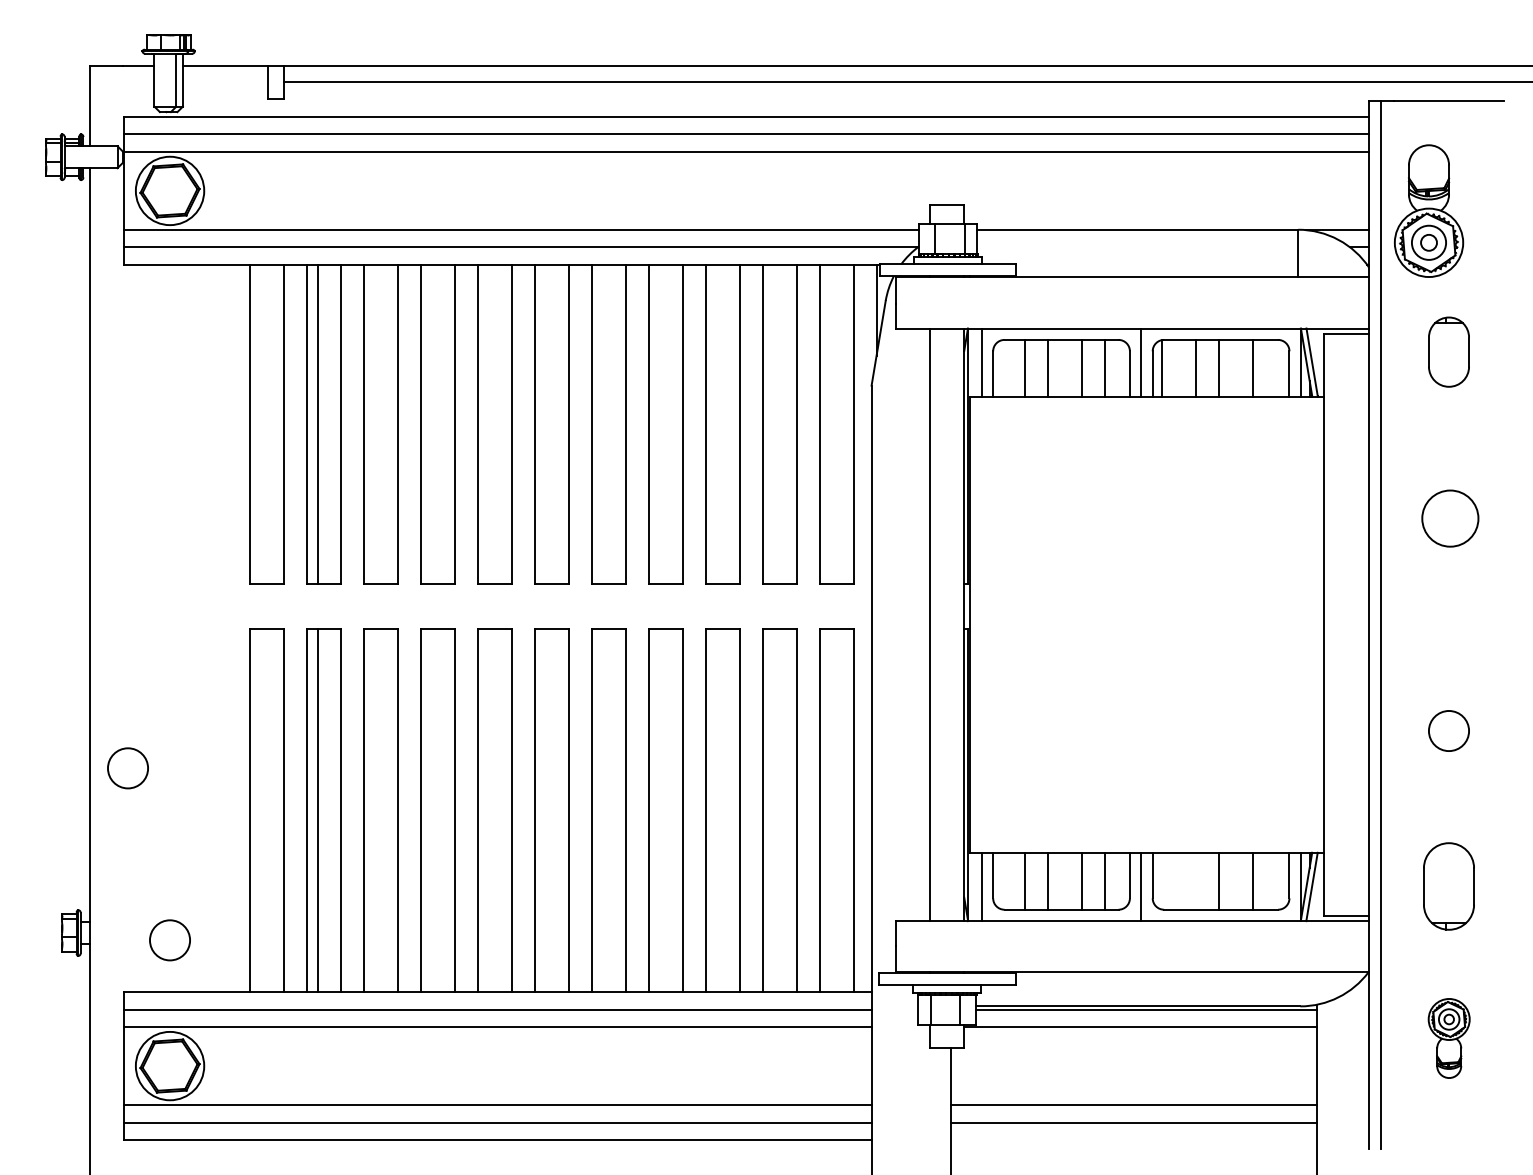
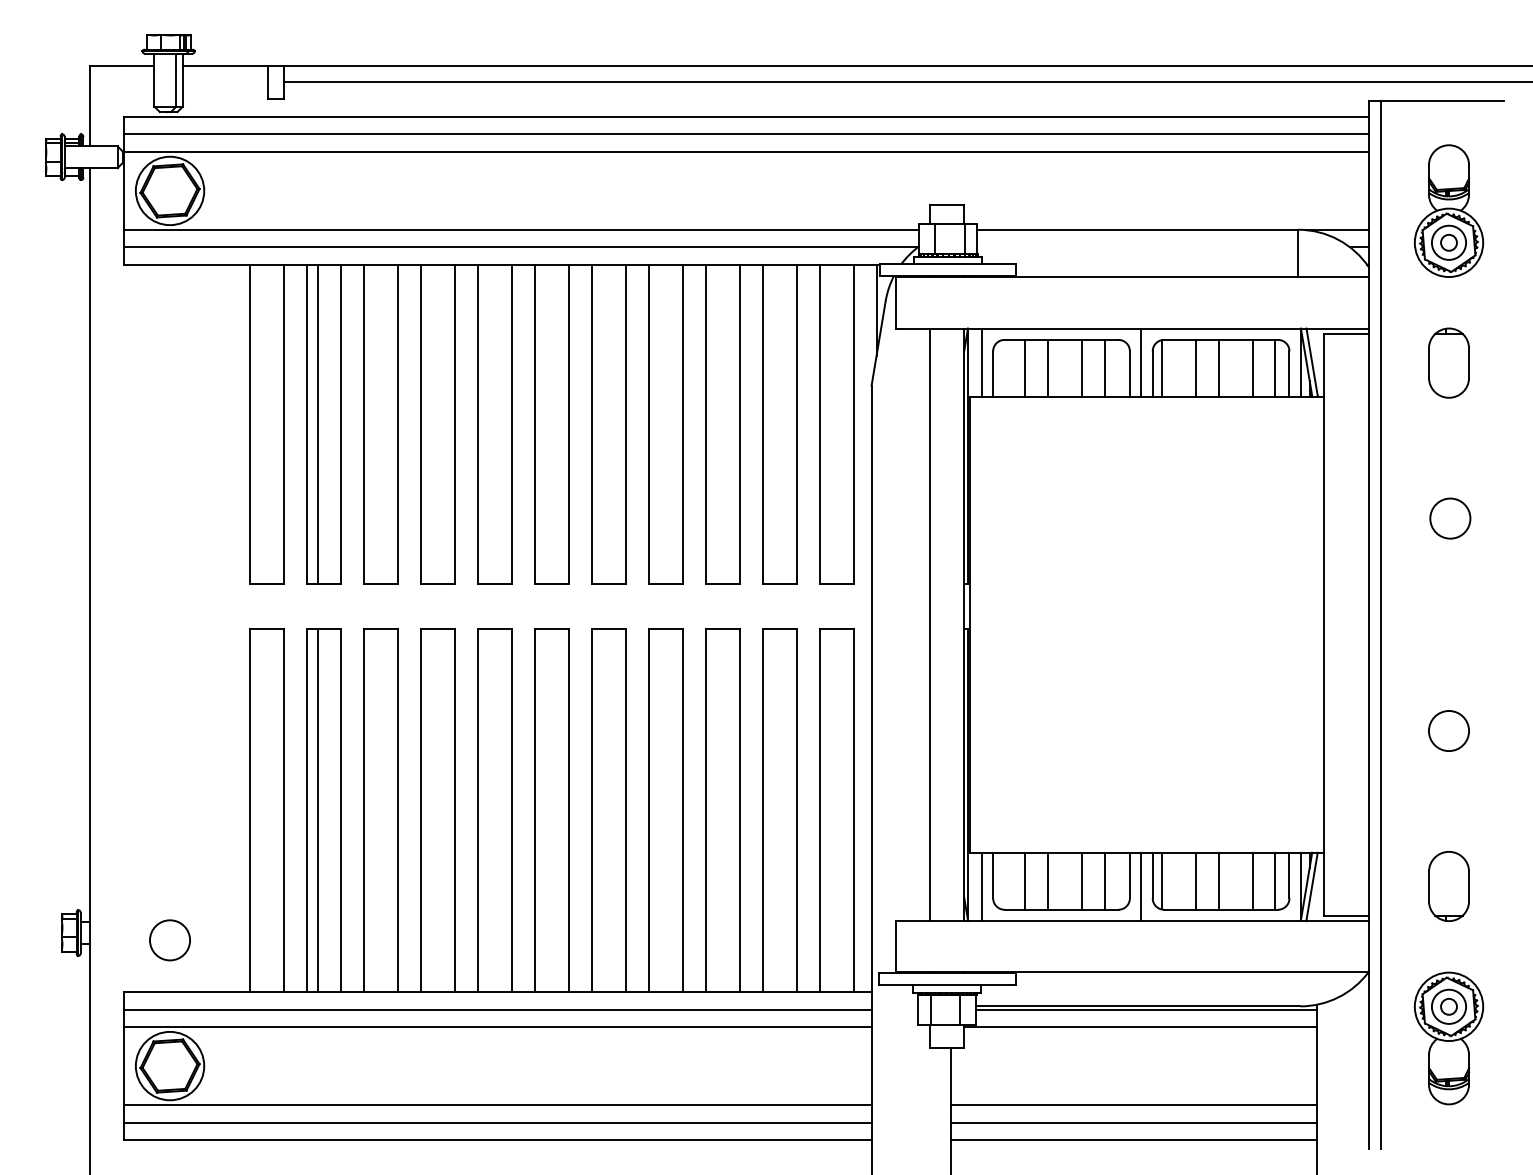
part at (1429, 210) position: (1429, 210) -> (1449, 210)
part at (1448, 351) position: (1448, 351) -> (1448, 362)
line at (1275, 367): none -> present
circle at (1450, 518) diameter: 56 px -> 40 px
circle at (127, 768): present -> none
line at (1161, 880): none -> present
line at (1195, 880): none -> present
line at (1275, 880): none -> present
part at (1448, 886) size: 52x89 px -> 42x71 px
part at (1448, 1038) size: 44x81 px -> 71x135 px
line at (1134, 1139): none -> present
